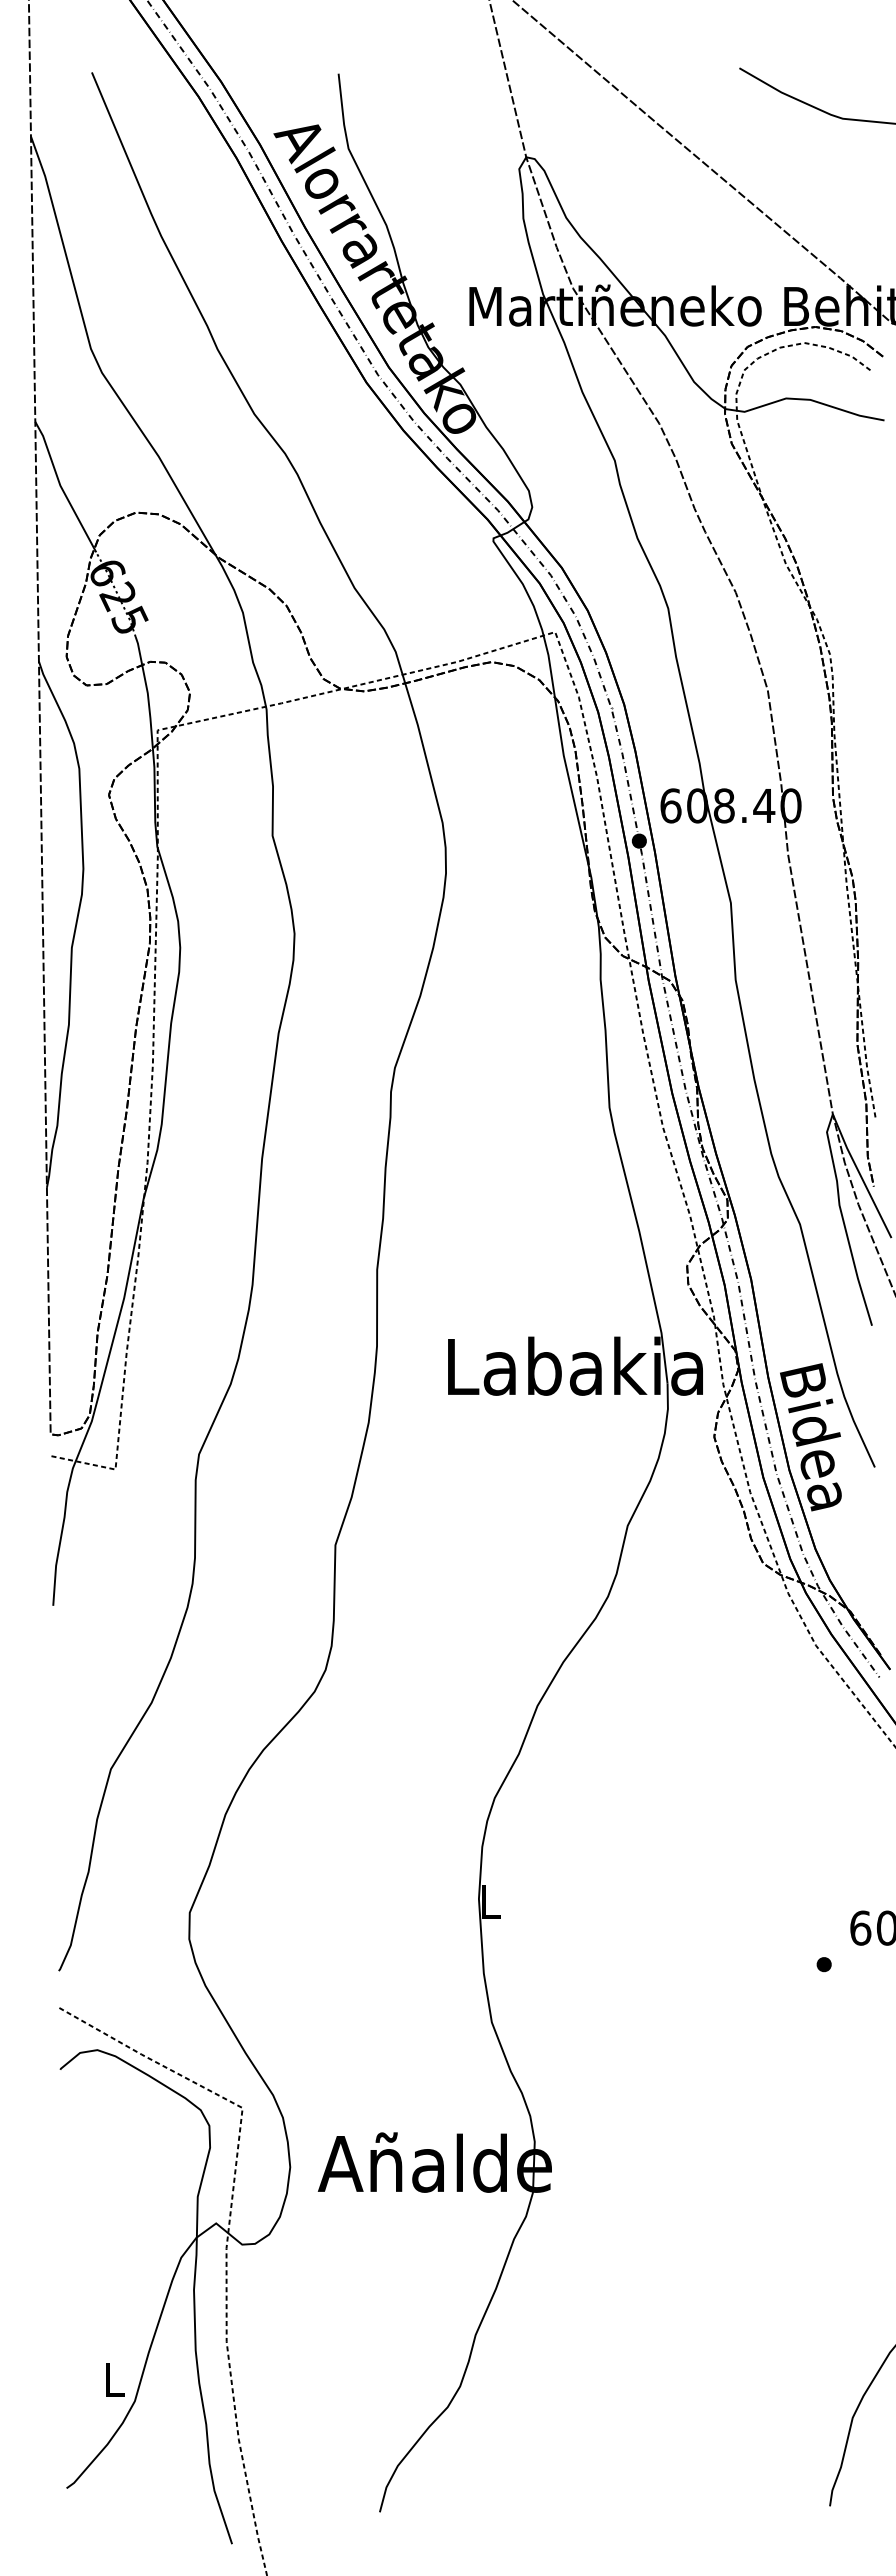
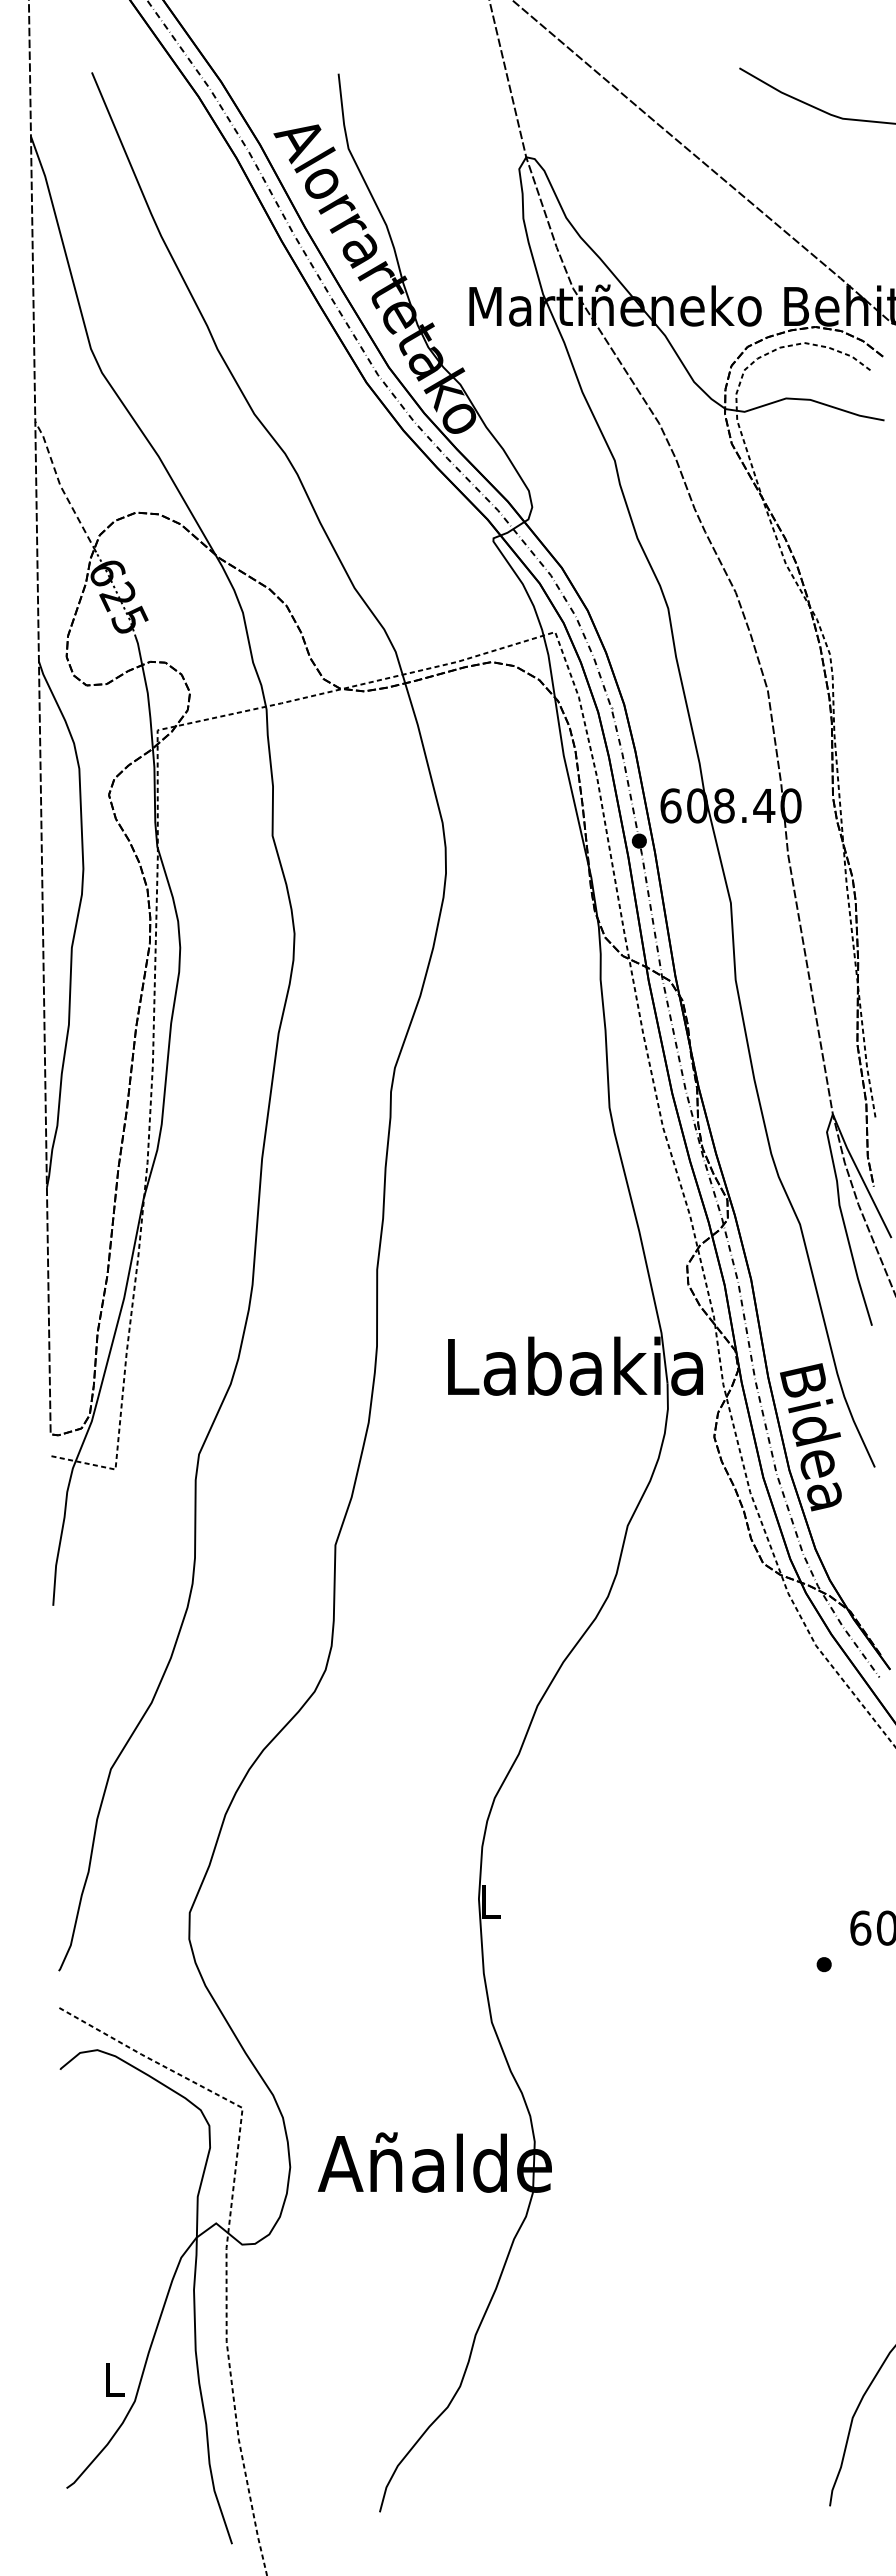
line at (61, 487): solid -> dashed
